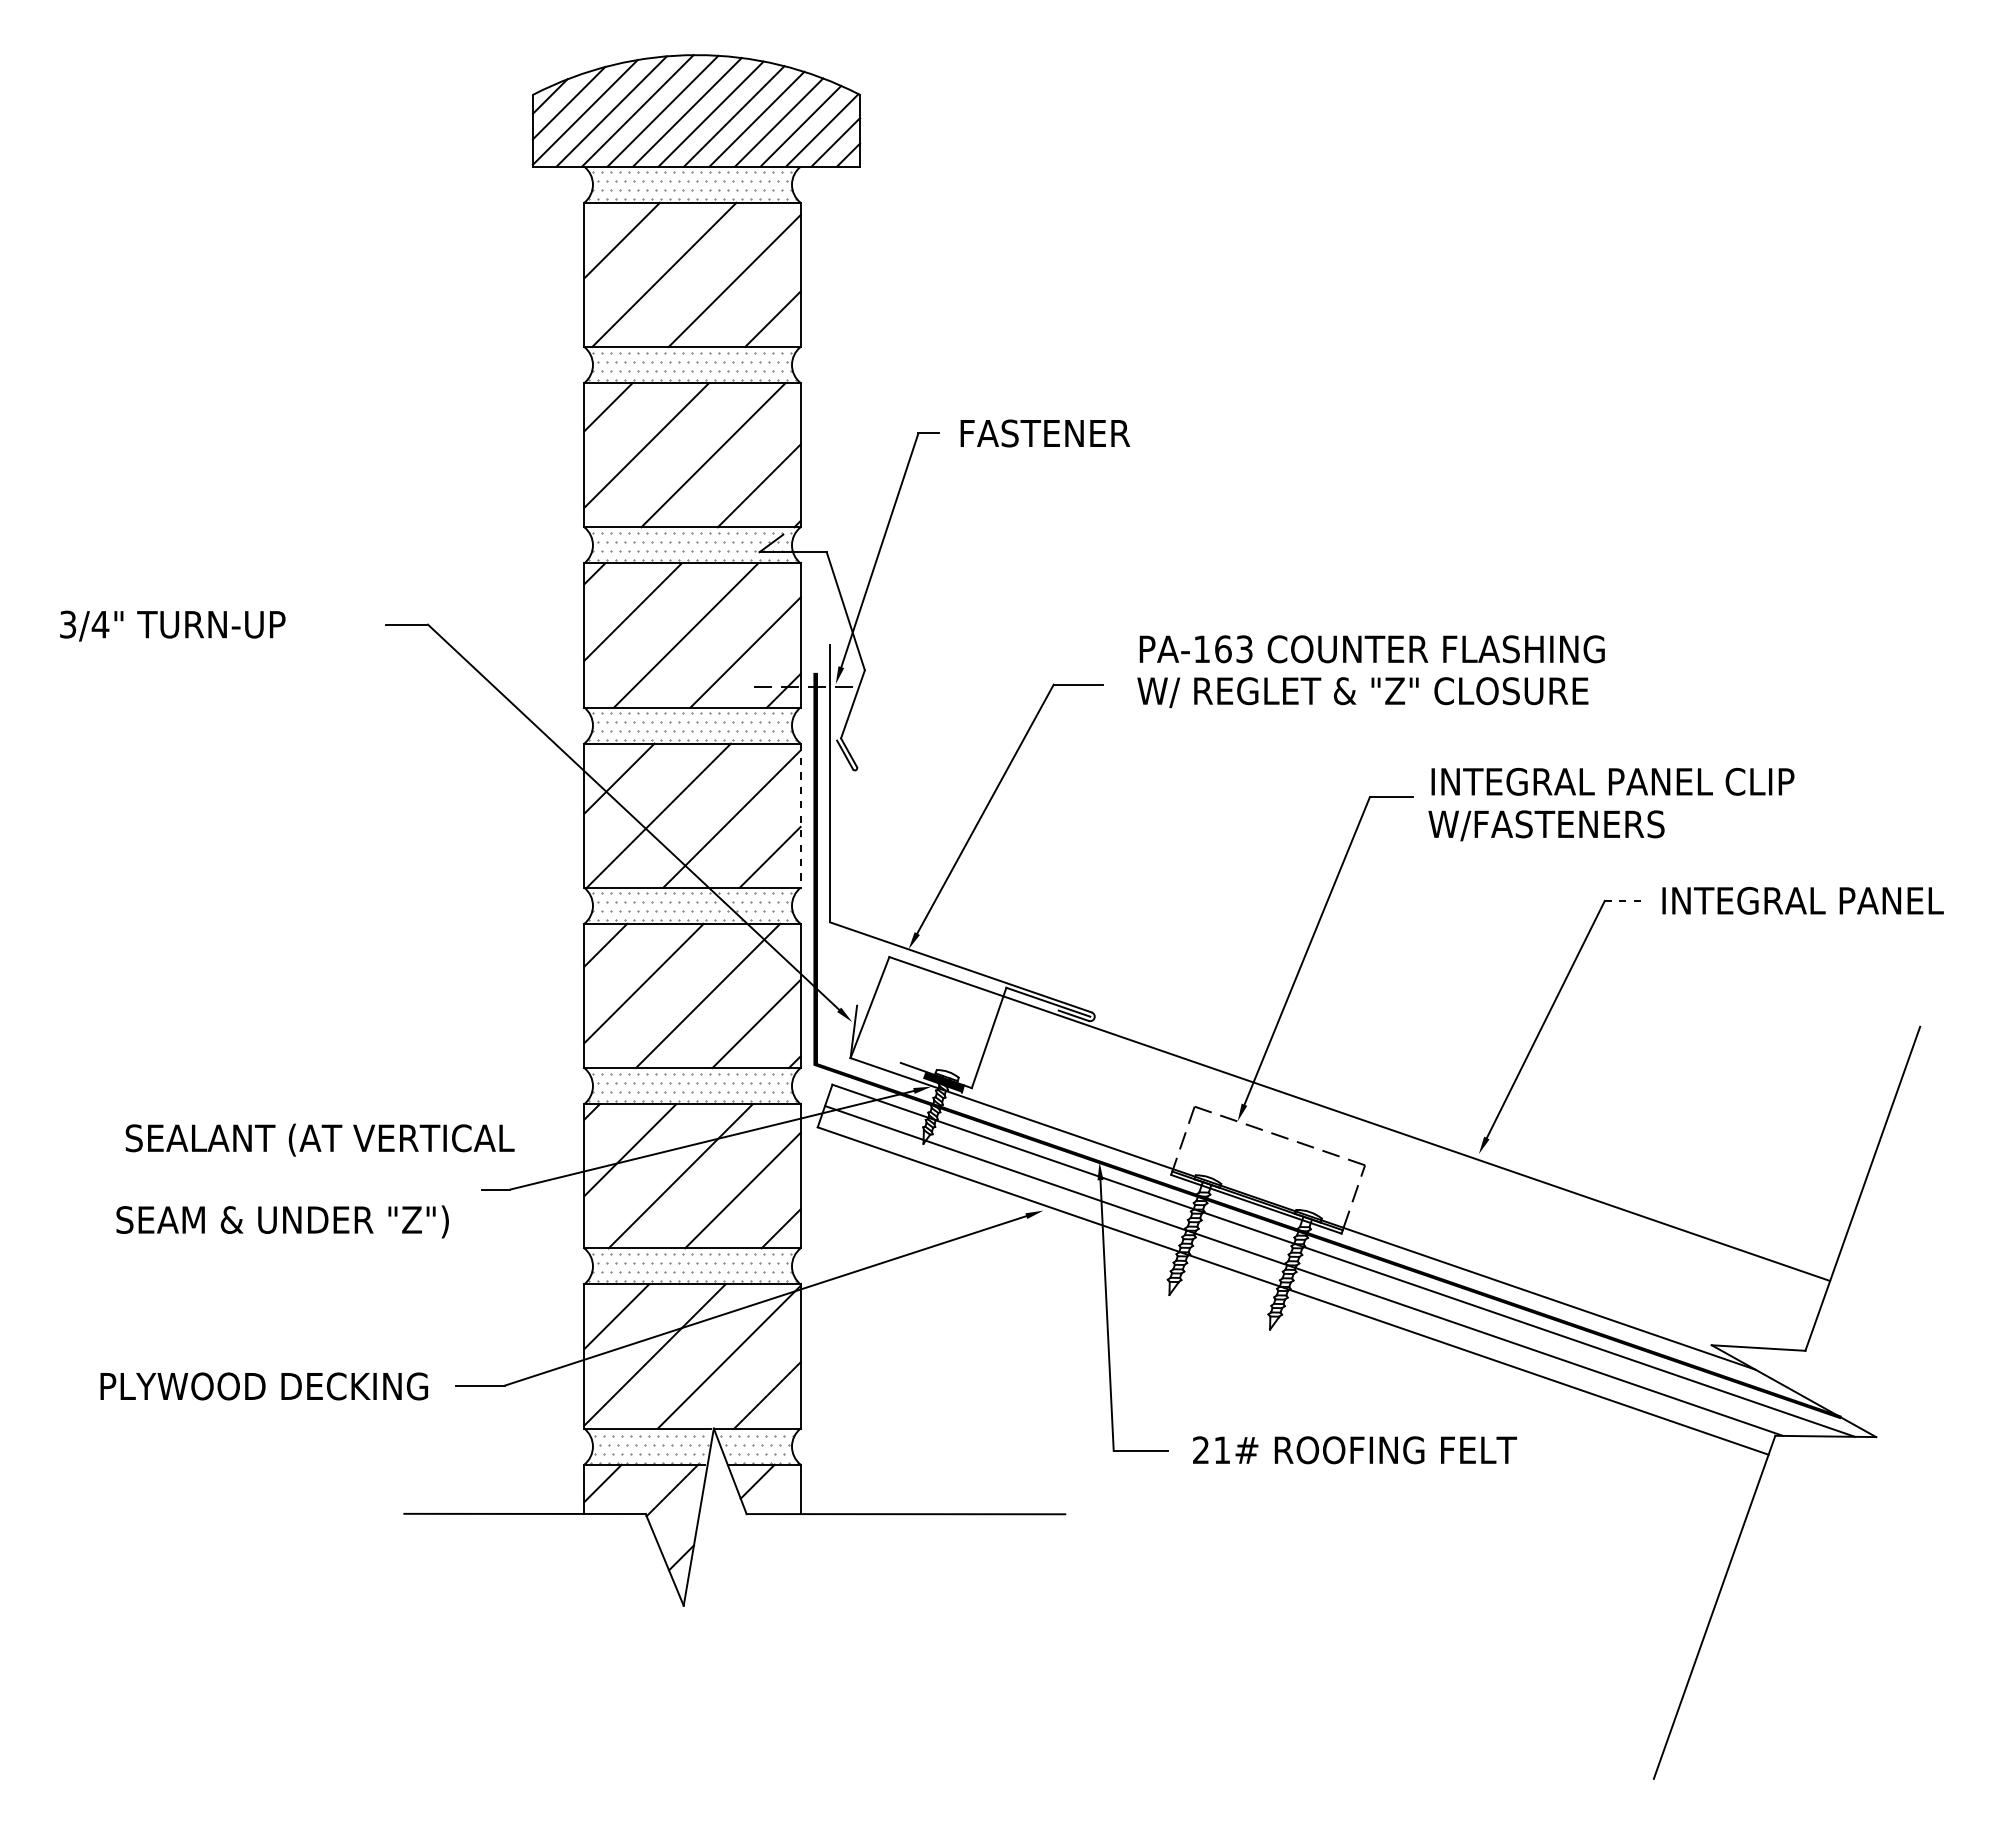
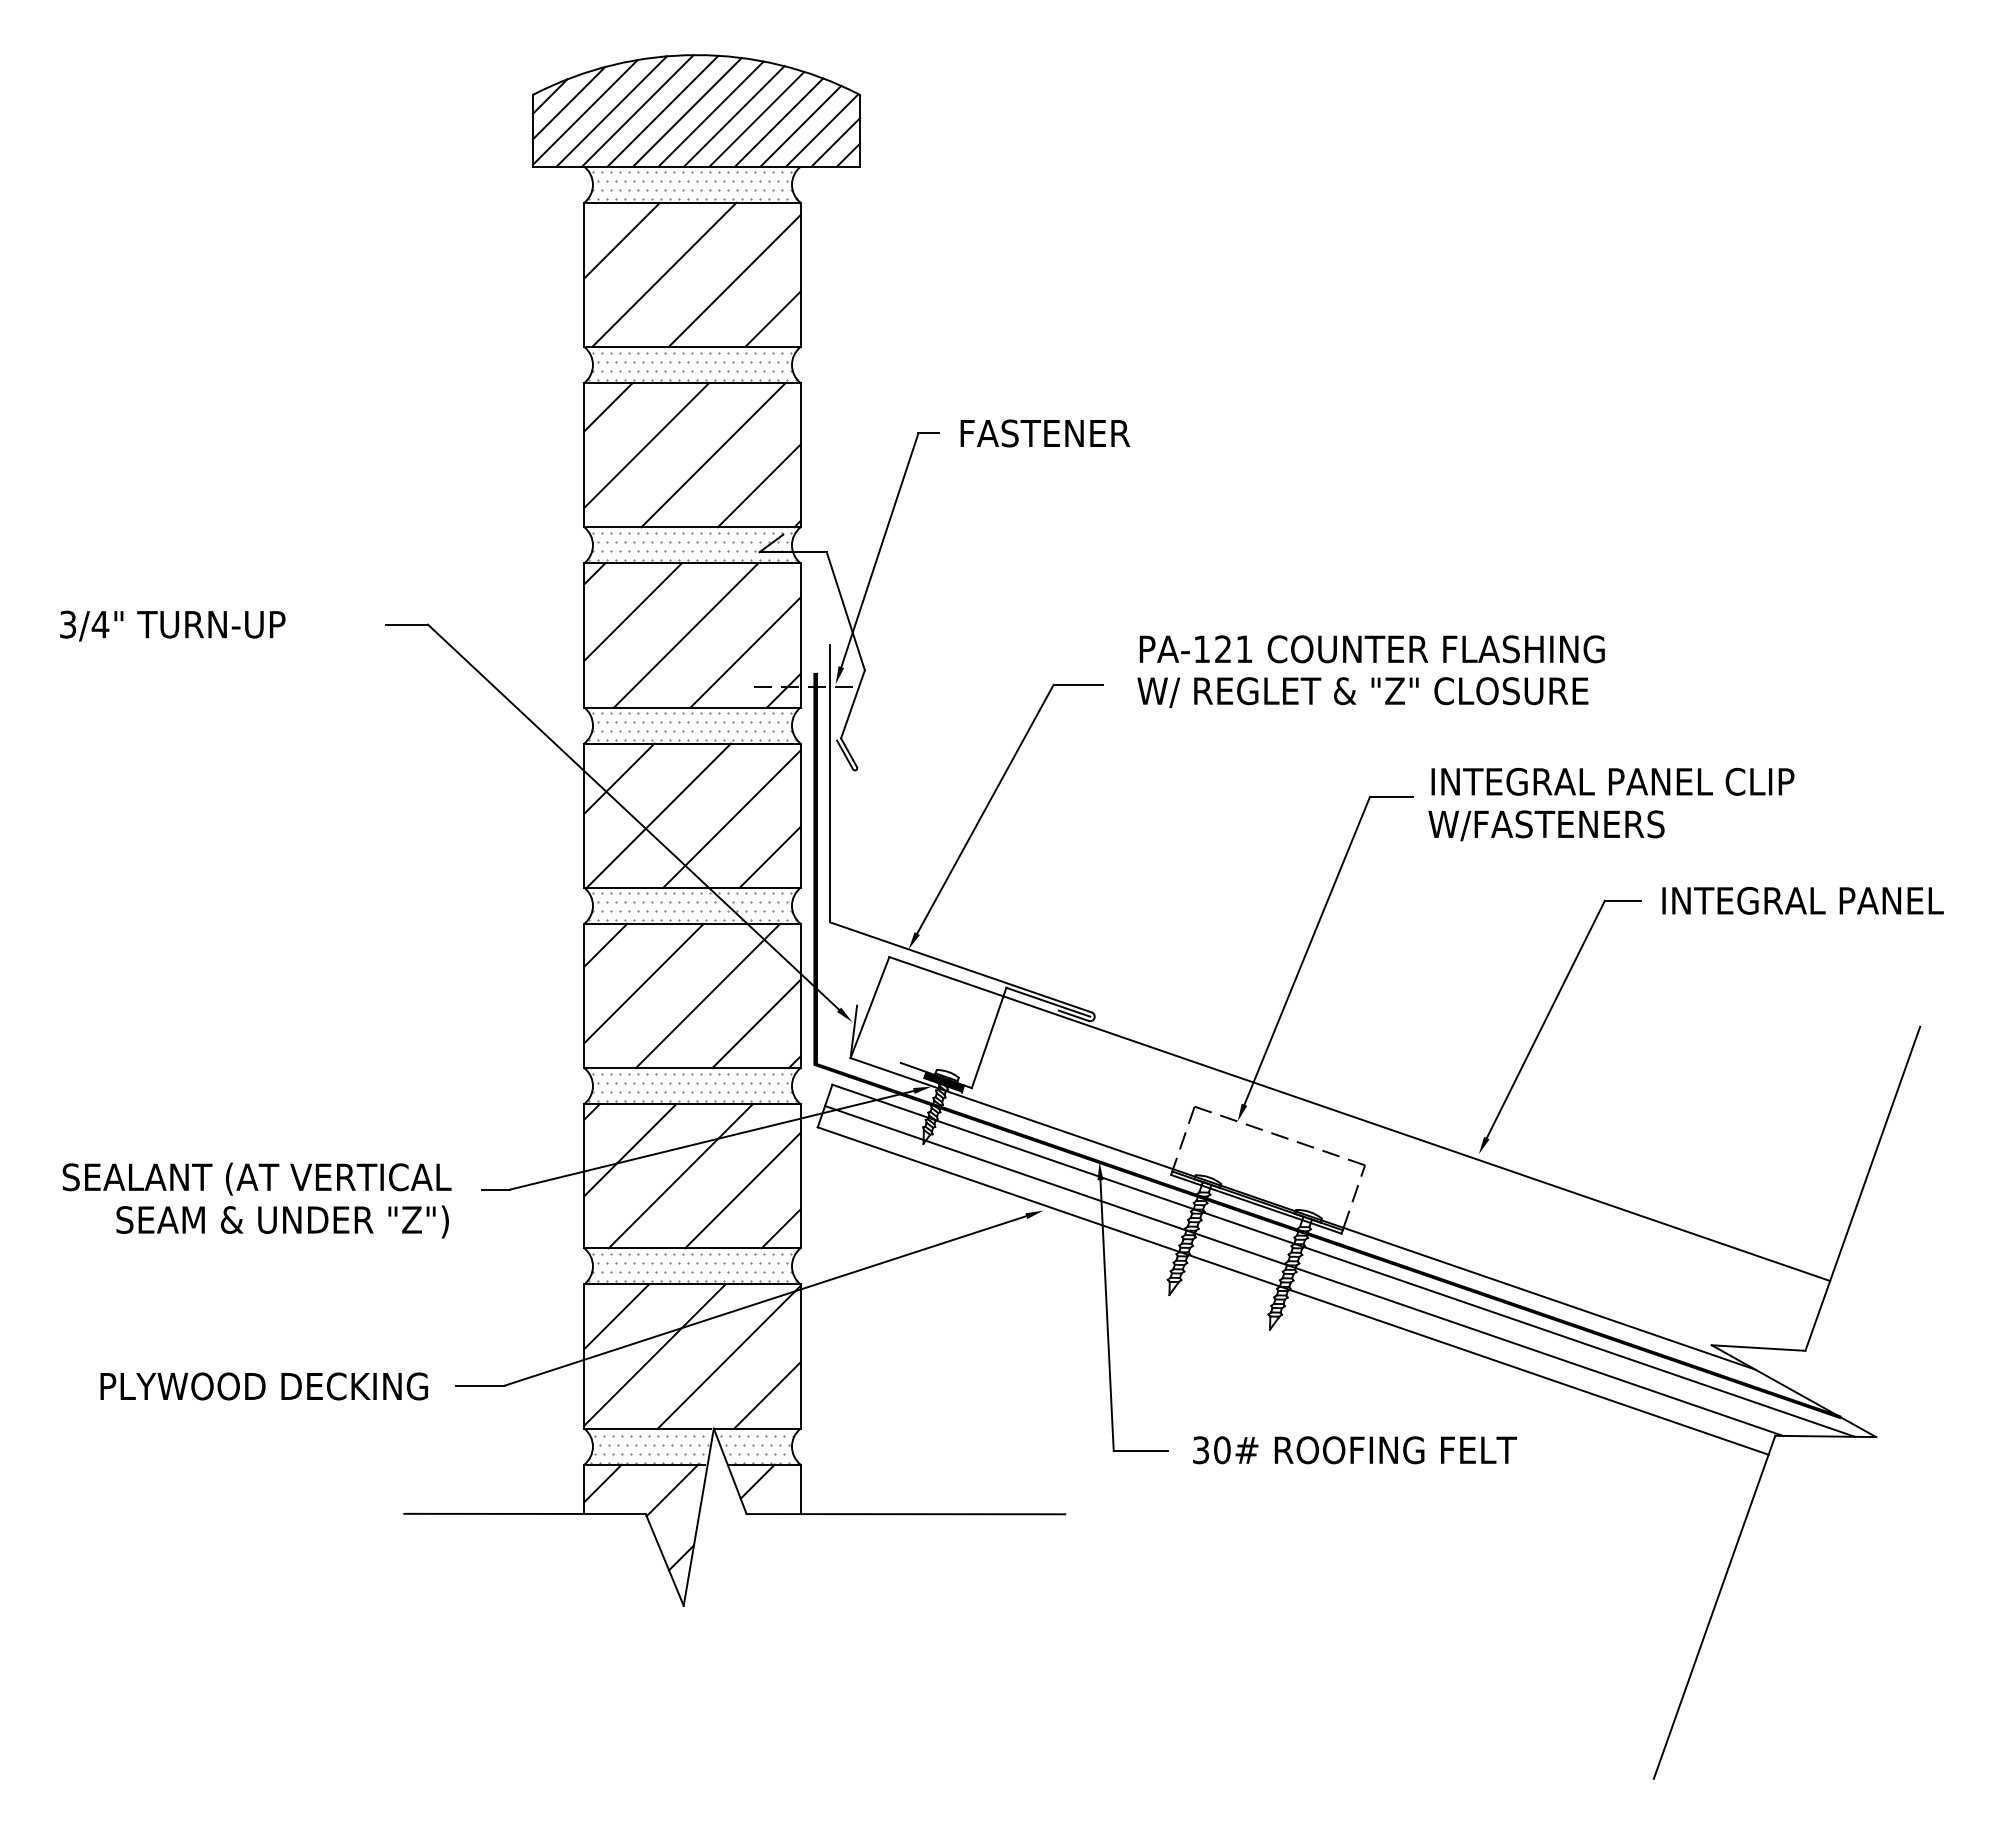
text at (1233, 649): PA-163 -> PA-121
line at (800, 816): dashed -> solid
line at (1623, 900): dashed -> solid
text at (319, 1139) position: (319, 1139) -> (256, 1178)
text at (1211, 1450): 21# -> 30#
